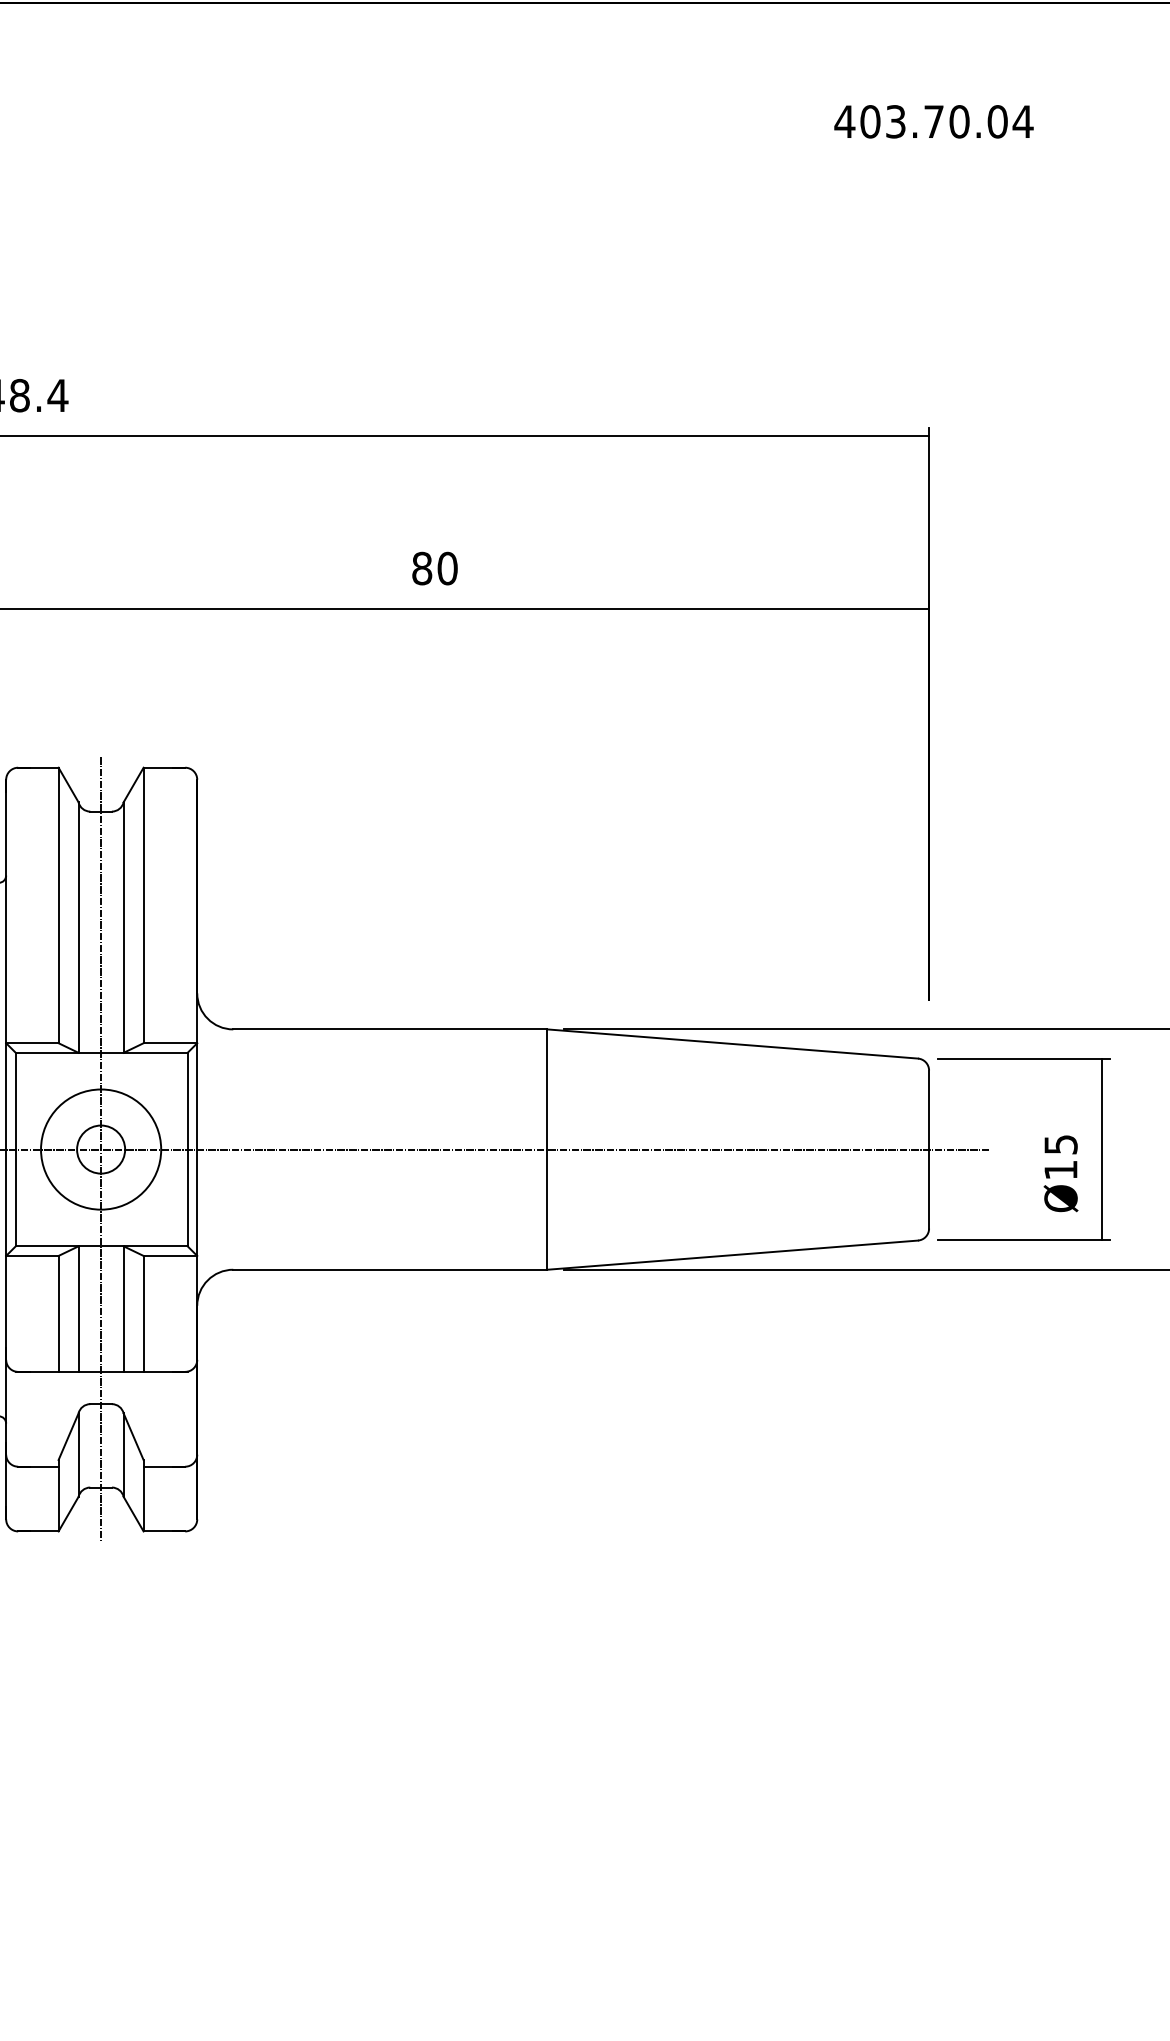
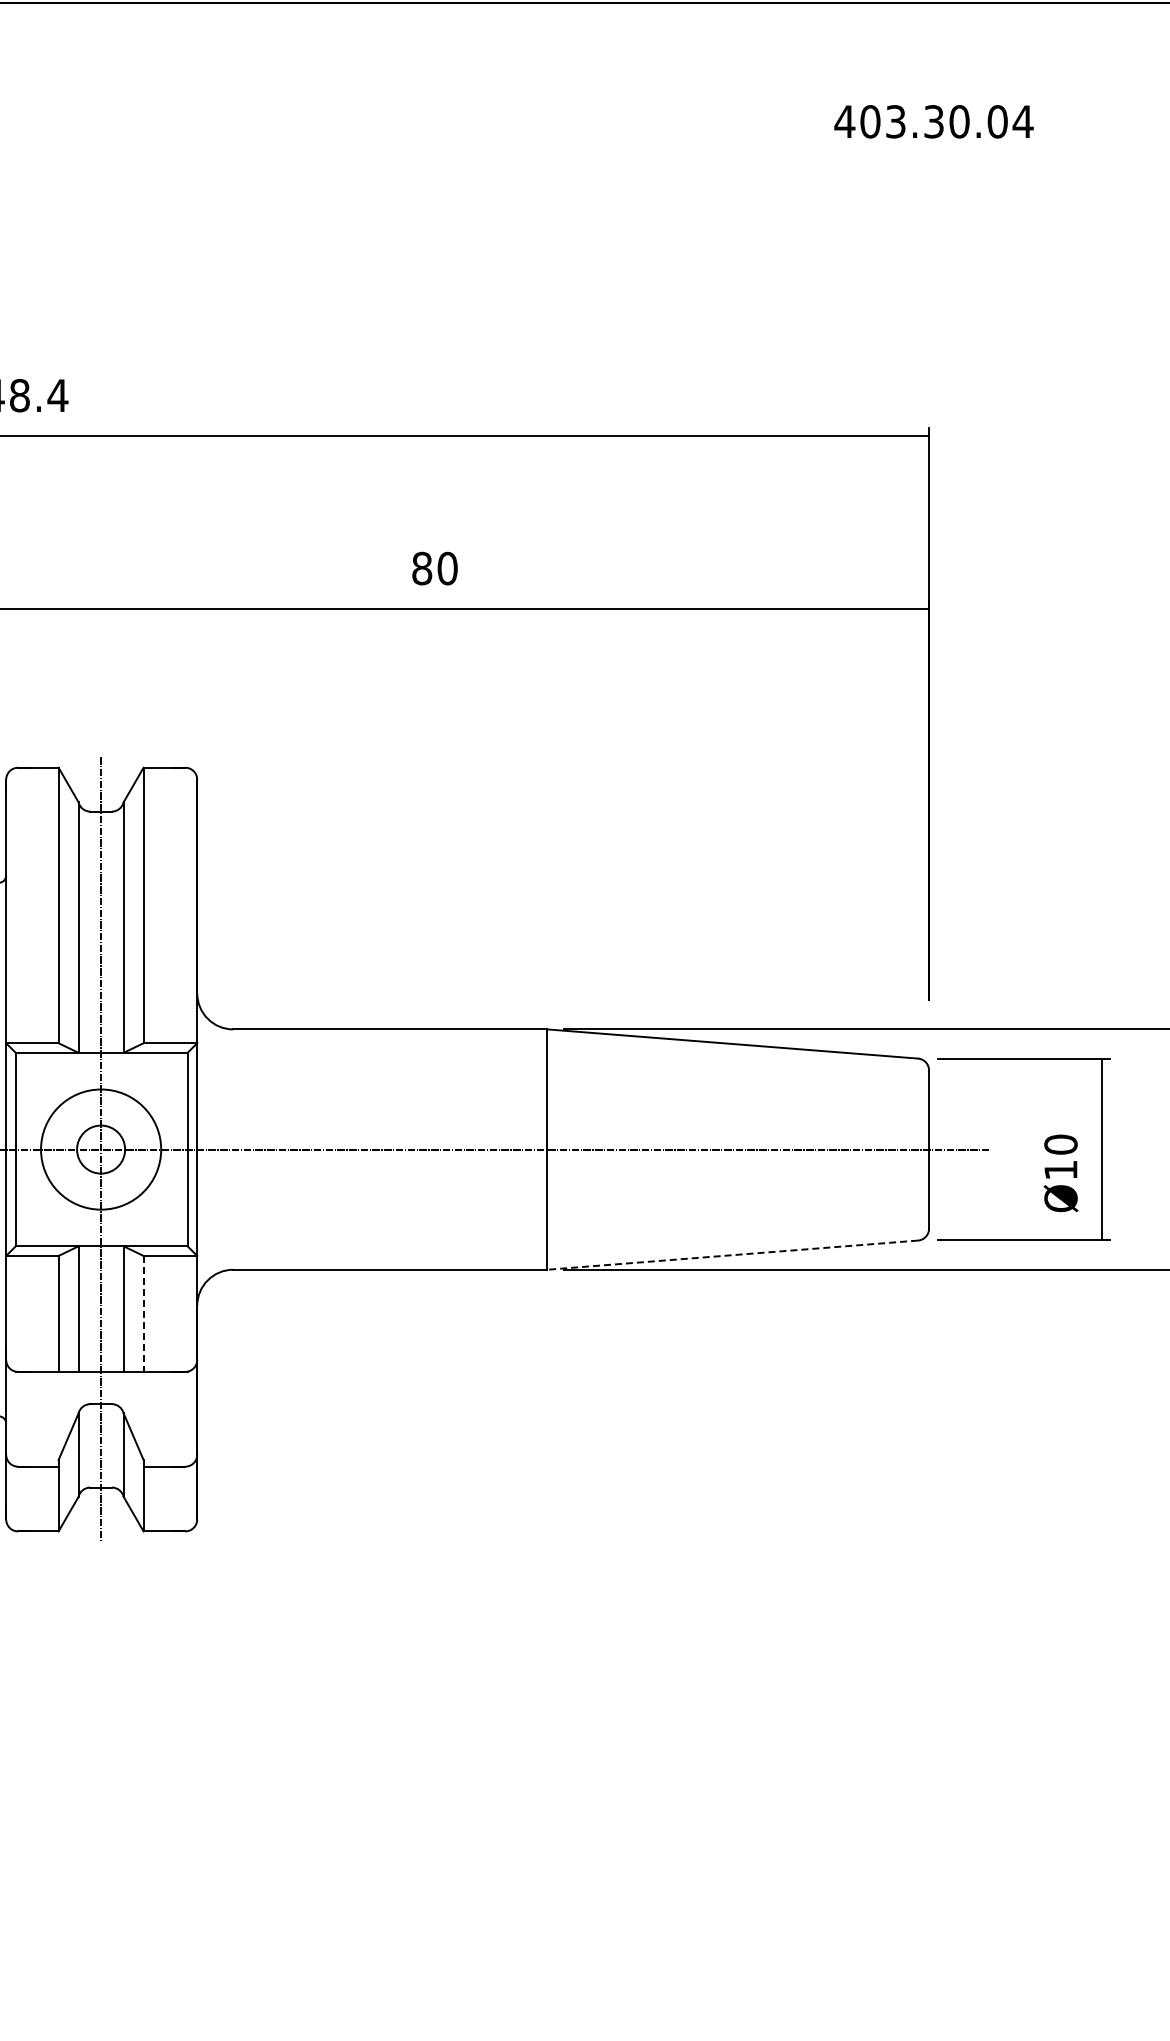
text at (933, 121): 403.70.04 -> 403.30.04
text at (1060, 1144): Ø15 -> Ø10
line at (732, 1255): solid -> dashed
line at (143, 1313): solid -> dashed
